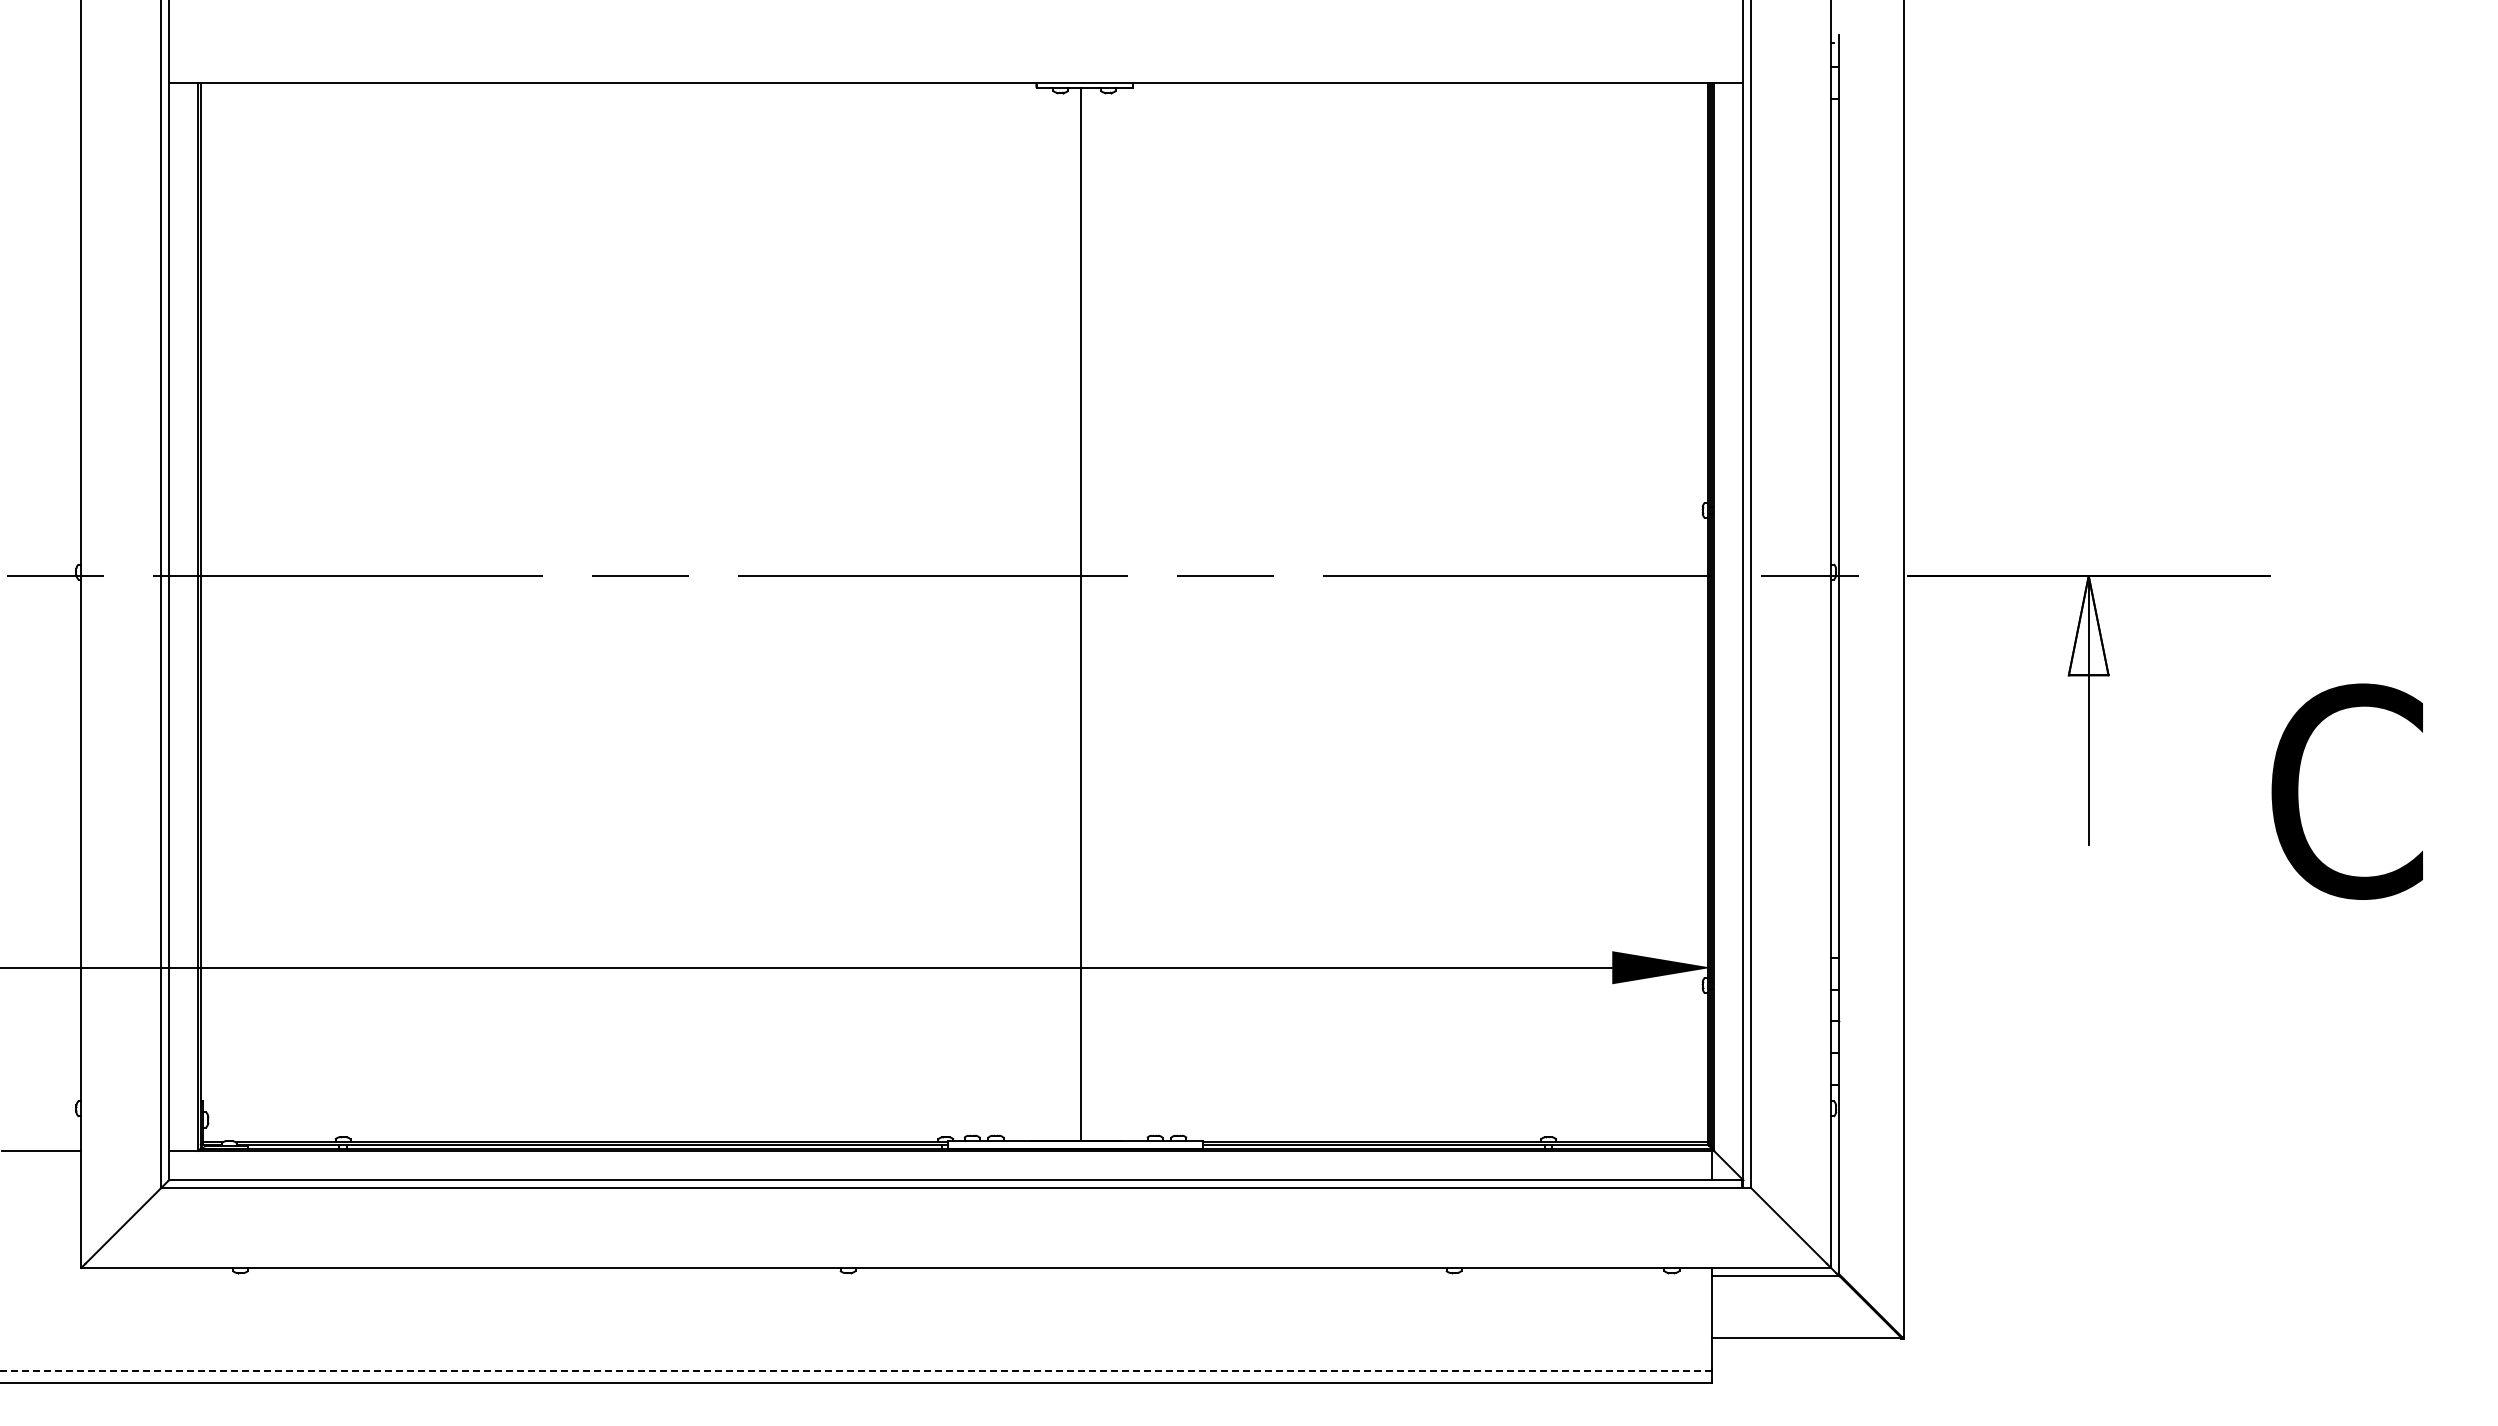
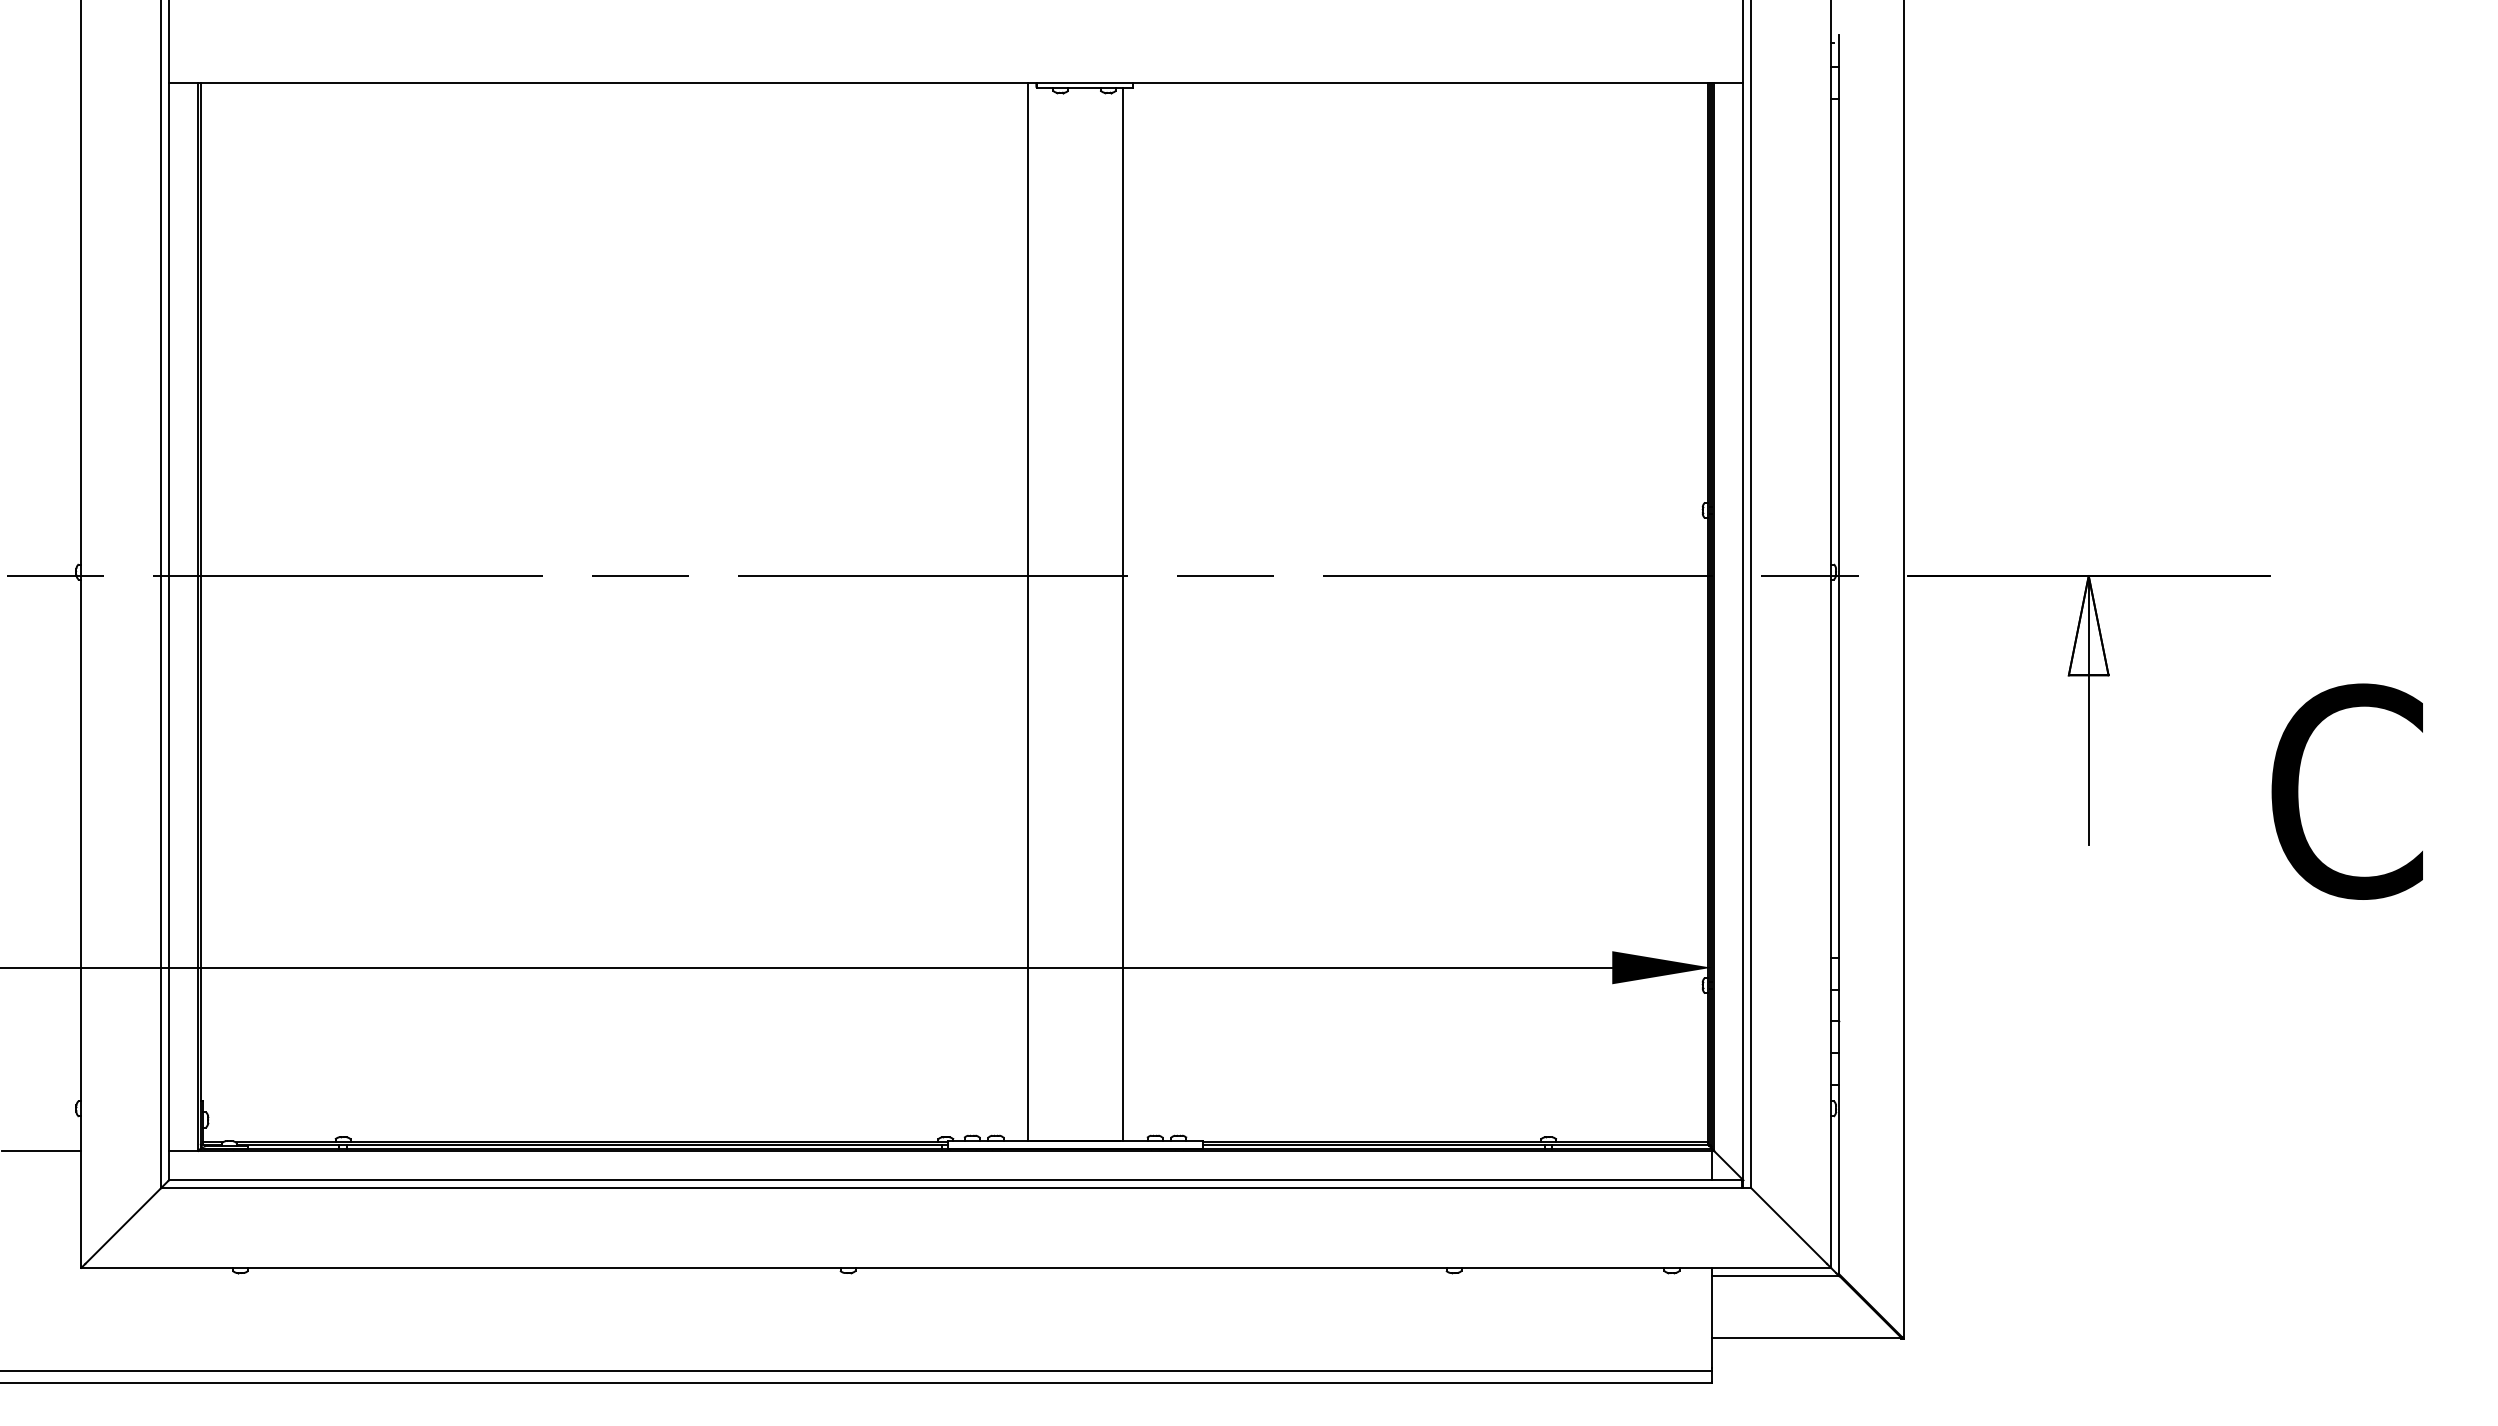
line at (1027, 611): none -> present
line at (1081, 613) position: (1081, 613) -> (1123, 613)
line at (855, 1371): dashed -> solid
